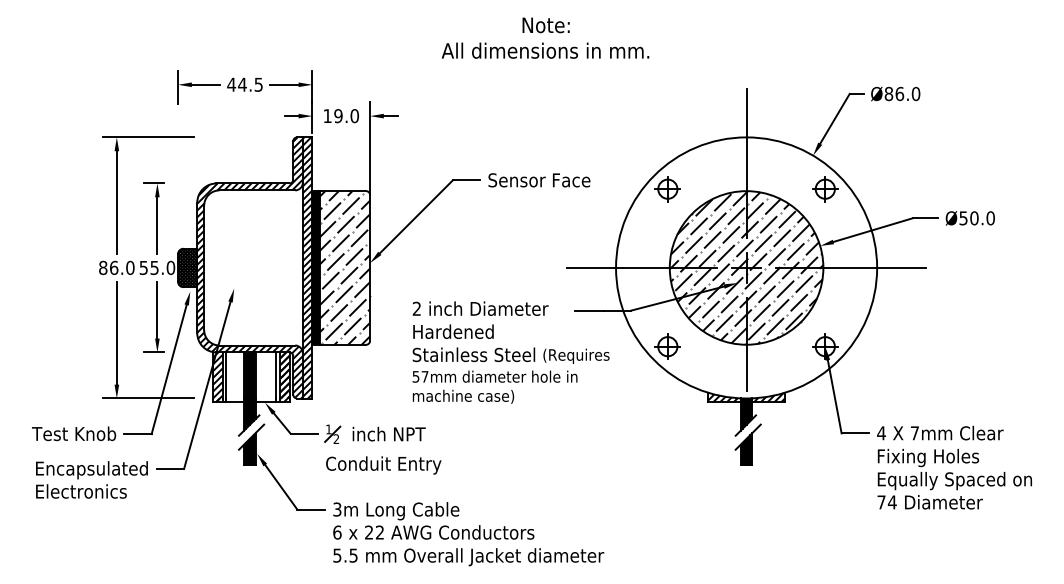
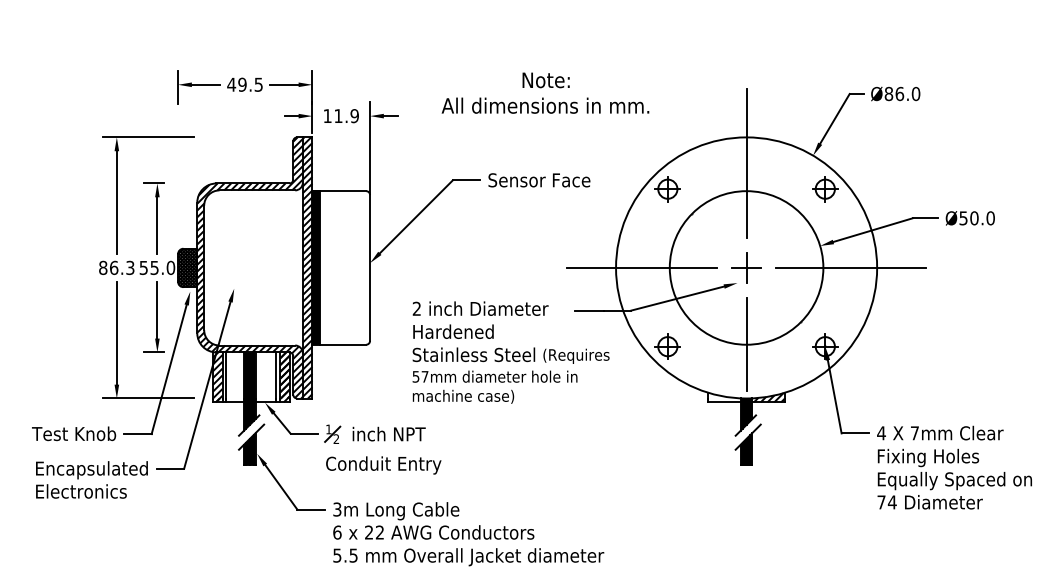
text at (545, 37) position: (545, 37) -> (545, 92)
text at (242, 84): 44.5 -> 49.5
text at (346, 116): 19.0 -> 11.9
text at (130, 267): 86.0 -> 86.3
hatch at (345, 267): present -> none
hatch at (746, 267): present -> none
hatch at (725, 397): present -> none
